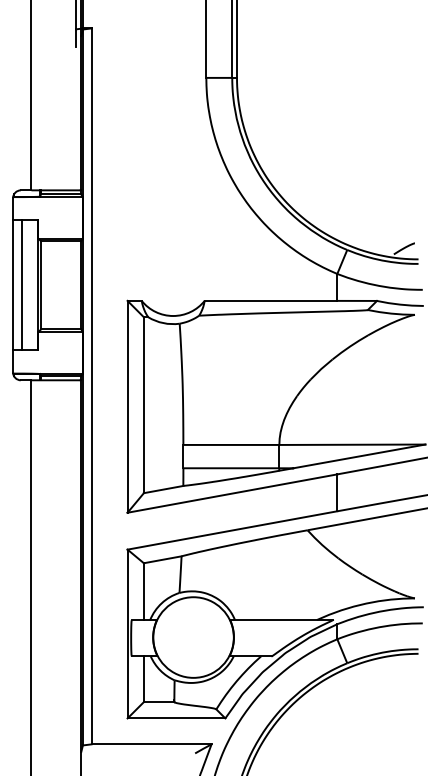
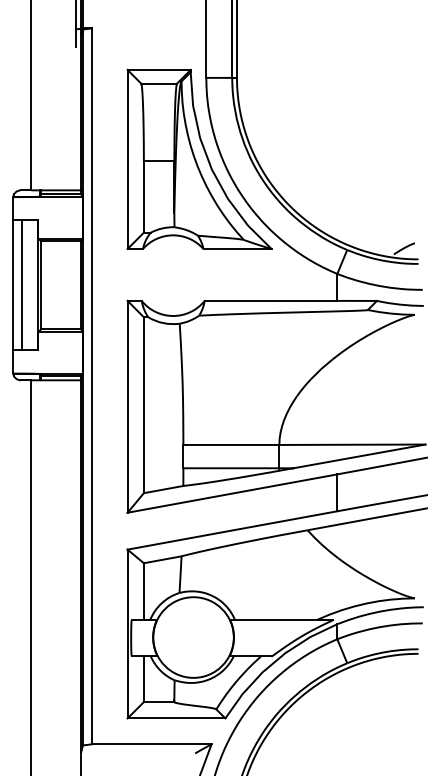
part at (199, 159): none -> present
